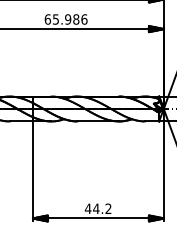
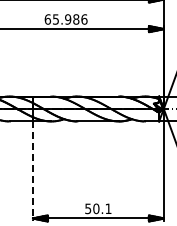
line at (33, 171): solid -> dashed
text at (97, 208): 44.2 -> 50.1
